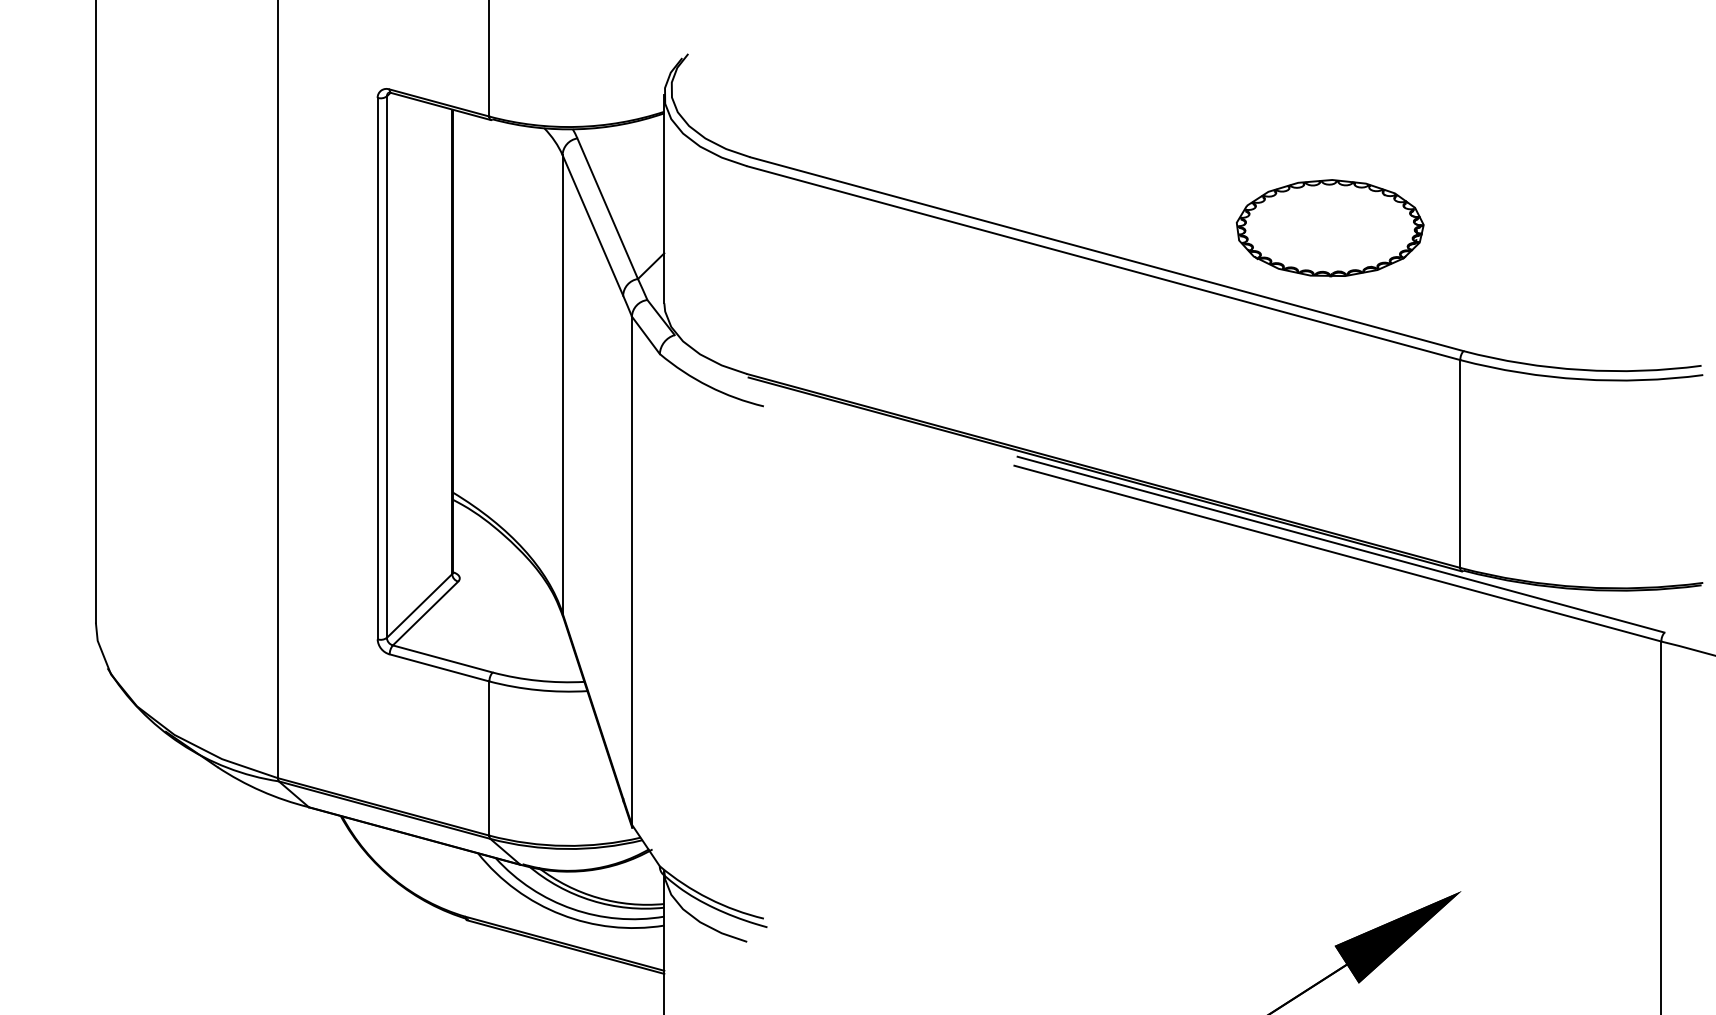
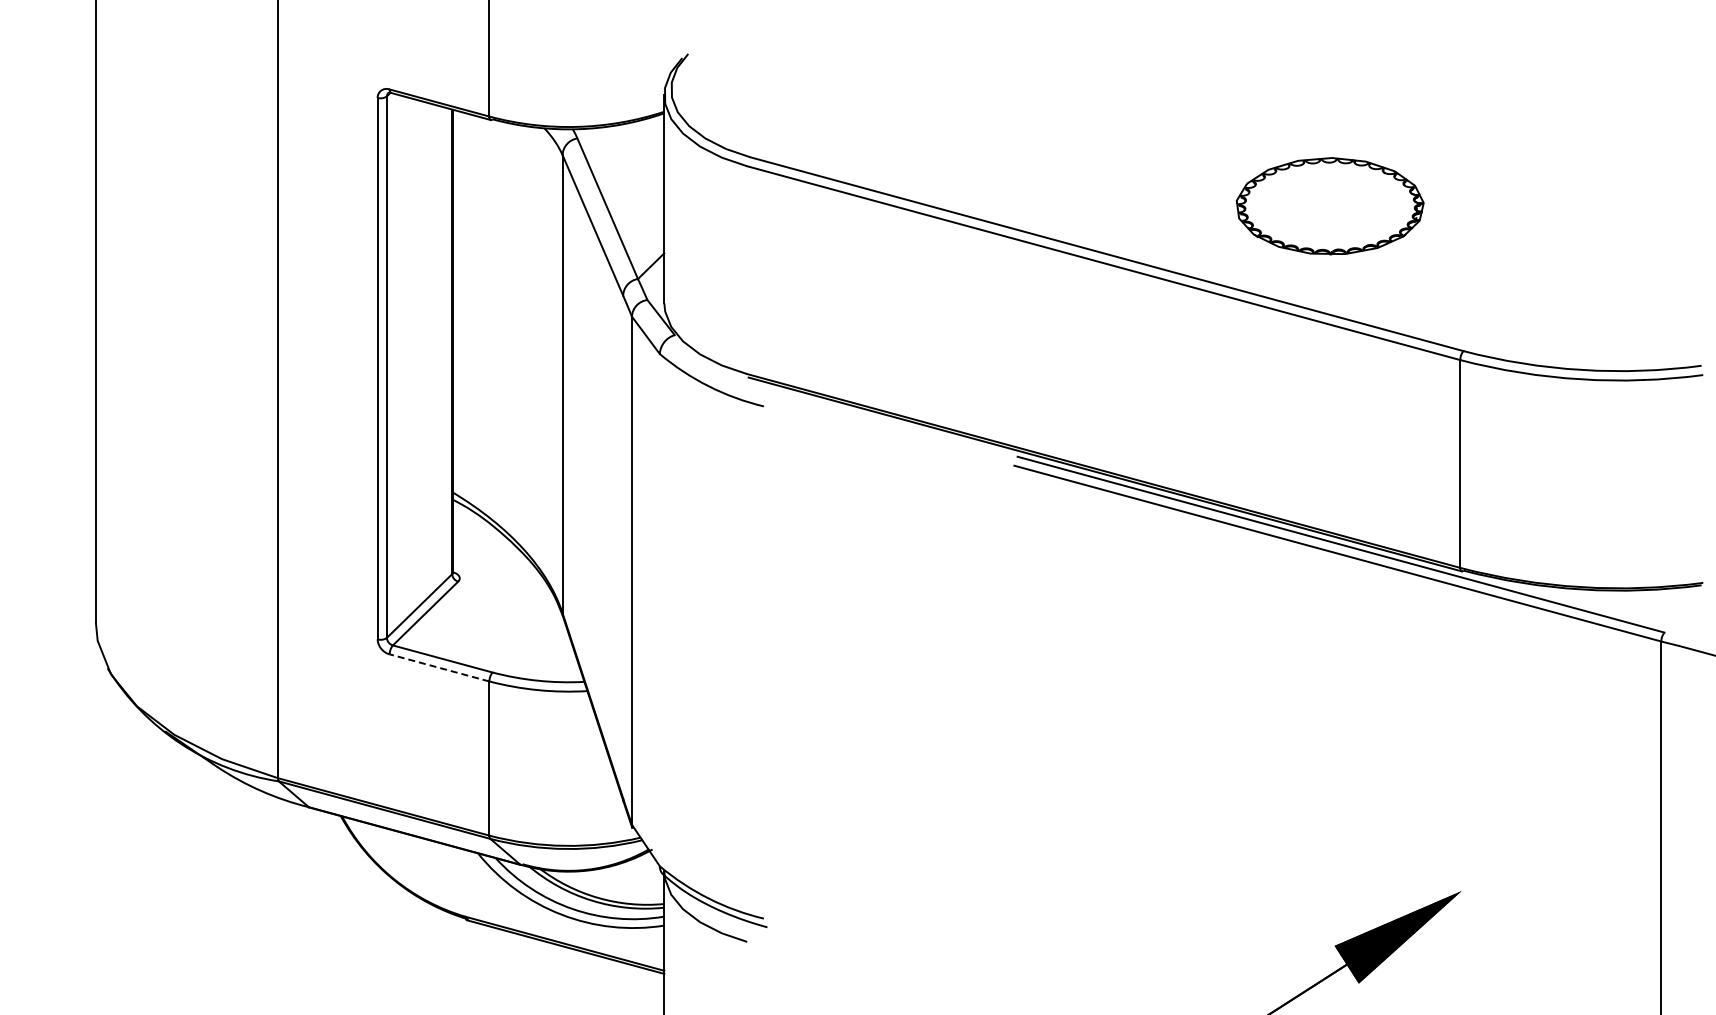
part at (1329, 228) position: (1329, 228) -> (1329, 206)
line at (439, 667): solid -> dashed
